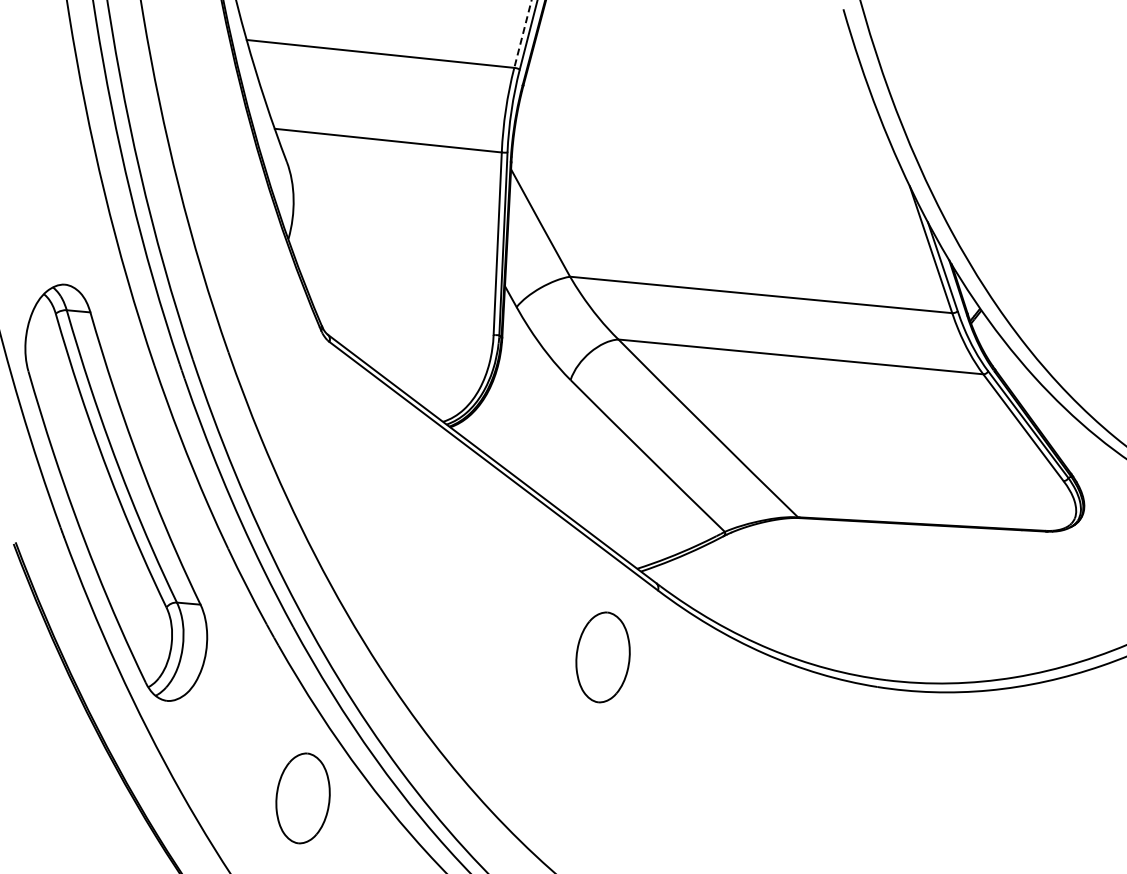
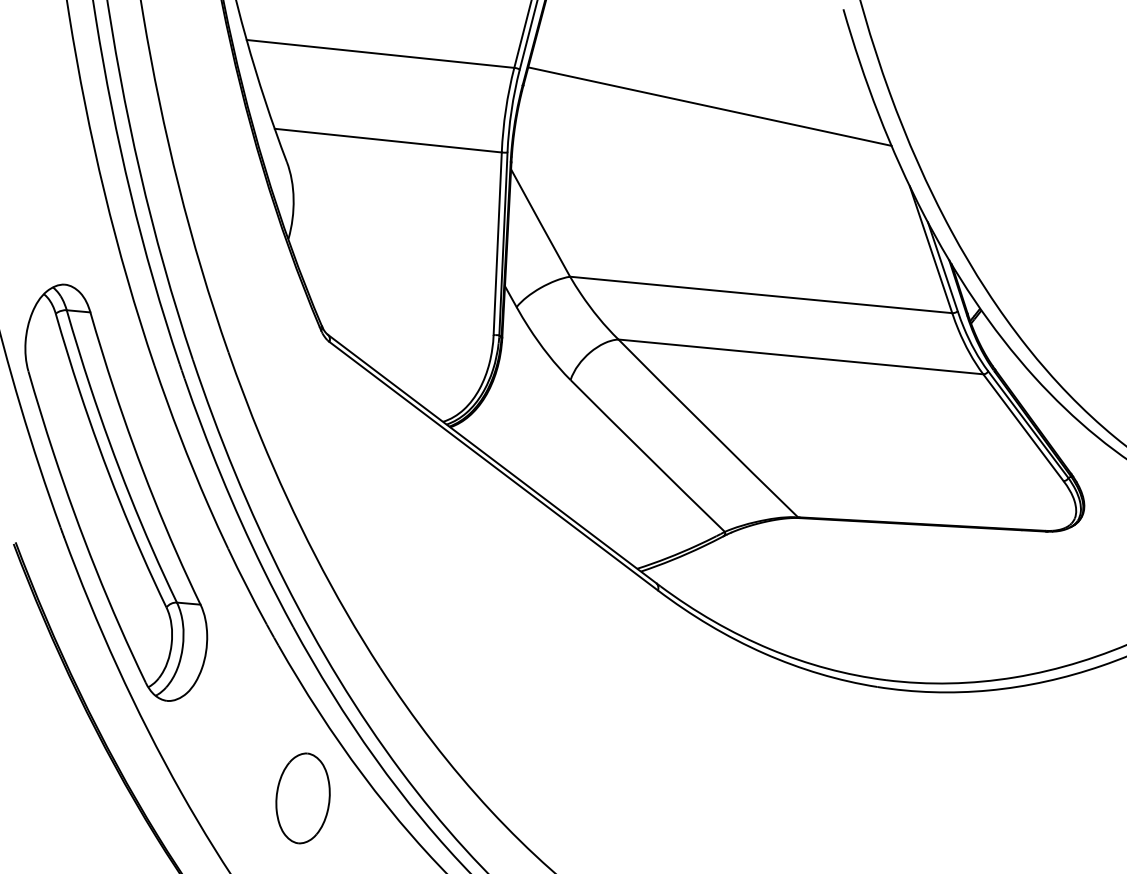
line at (522, 34): dashed -> solid
line at (709, 106): none -> present
part at (602, 657): present -> none
